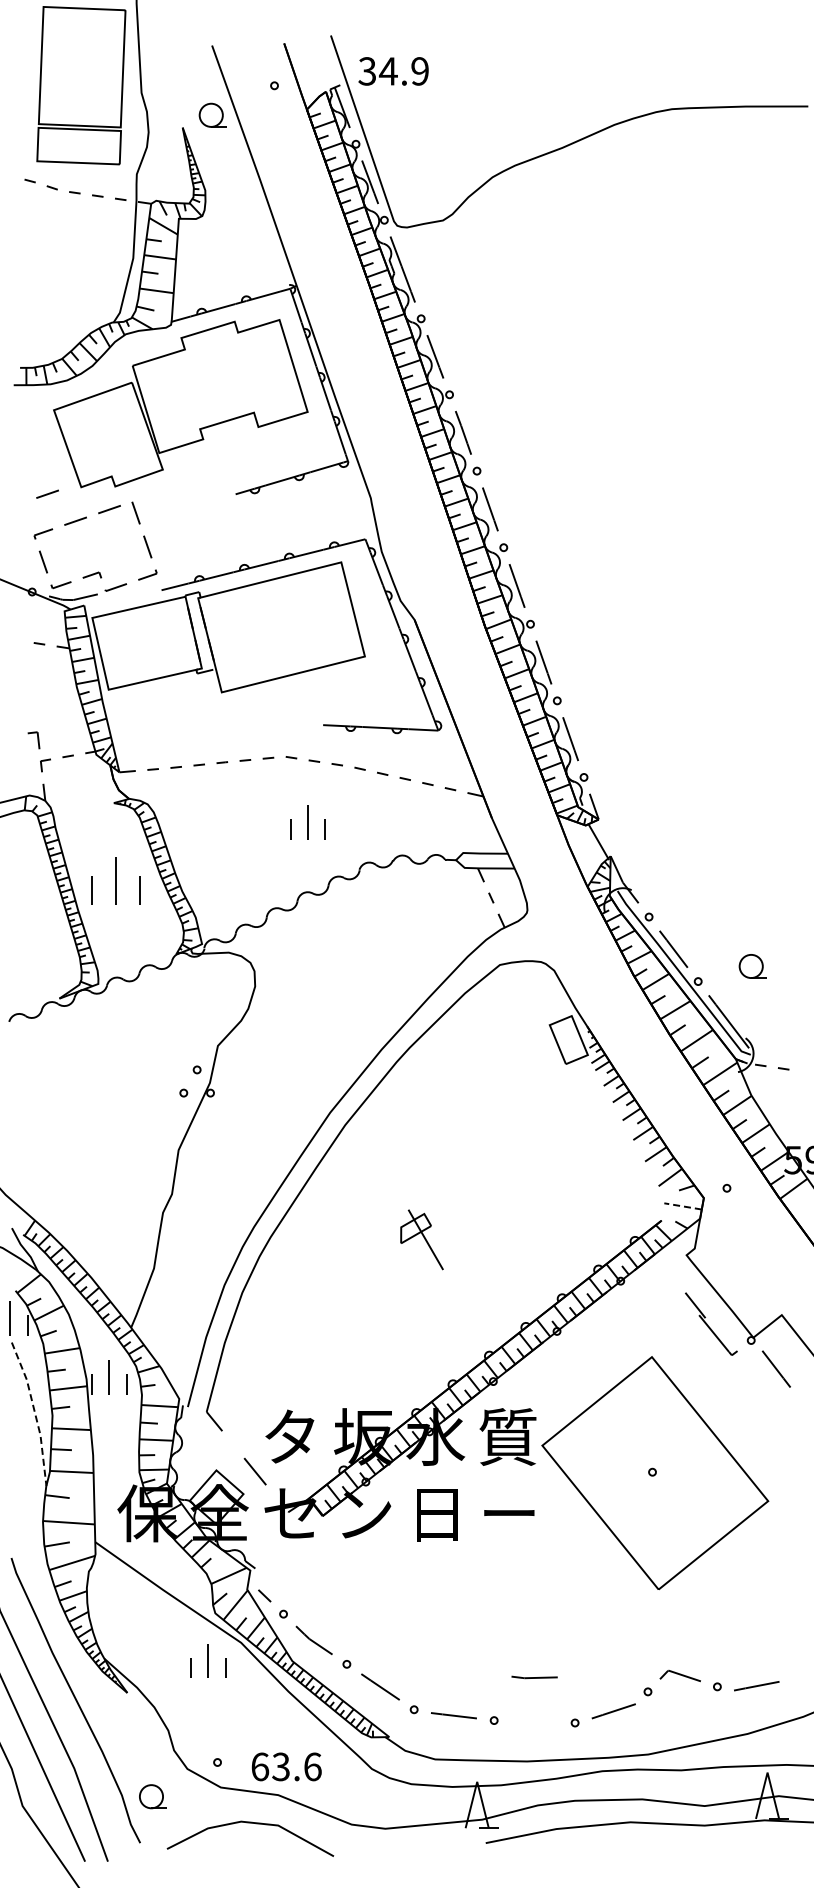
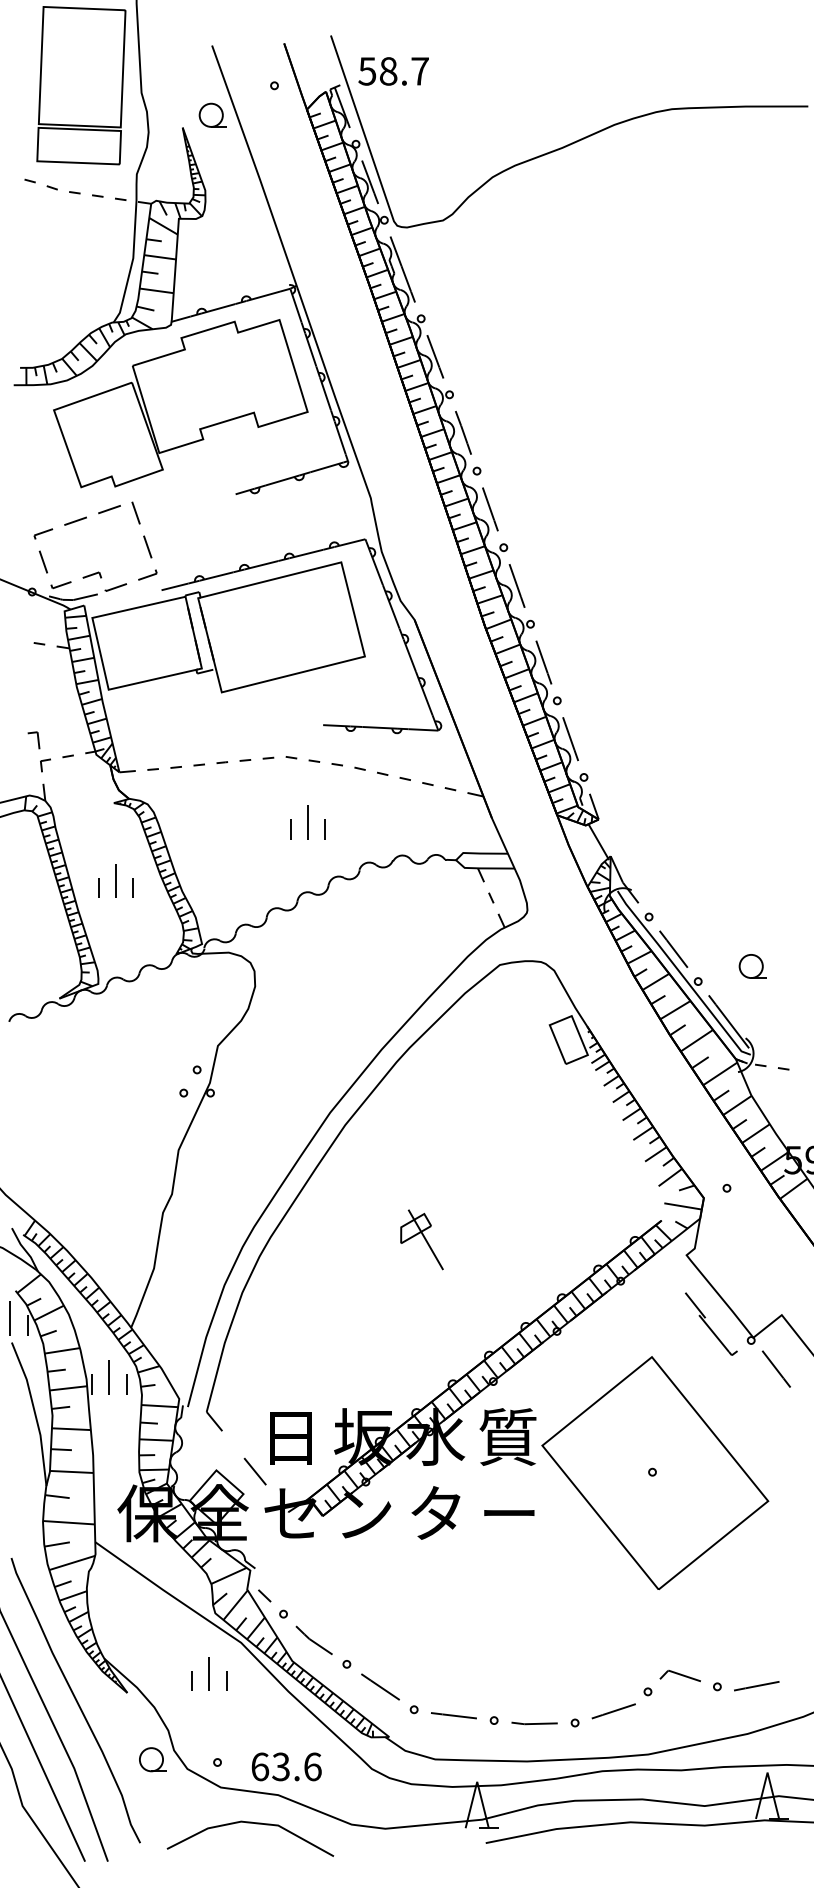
text at (393, 71): 34.9 -> 58.7
line at (47, 493): present -> none
part at (115, 880) size: 50x48 px -> 36x34 px
line at (683, 1206): dashed -> solid
line at (35, 1413): dashed -> solid
text at (289, 1436): タ -> 日
text at (435, 1513): 日 -> タ
part at (208, 1660) position: (208, 1660) -> (209, 1673)
part at (534, 1677) position: (534, 1677) -> (534, 1723)
part at (152, 1796) position: (152, 1796) -> (152, 1759)
